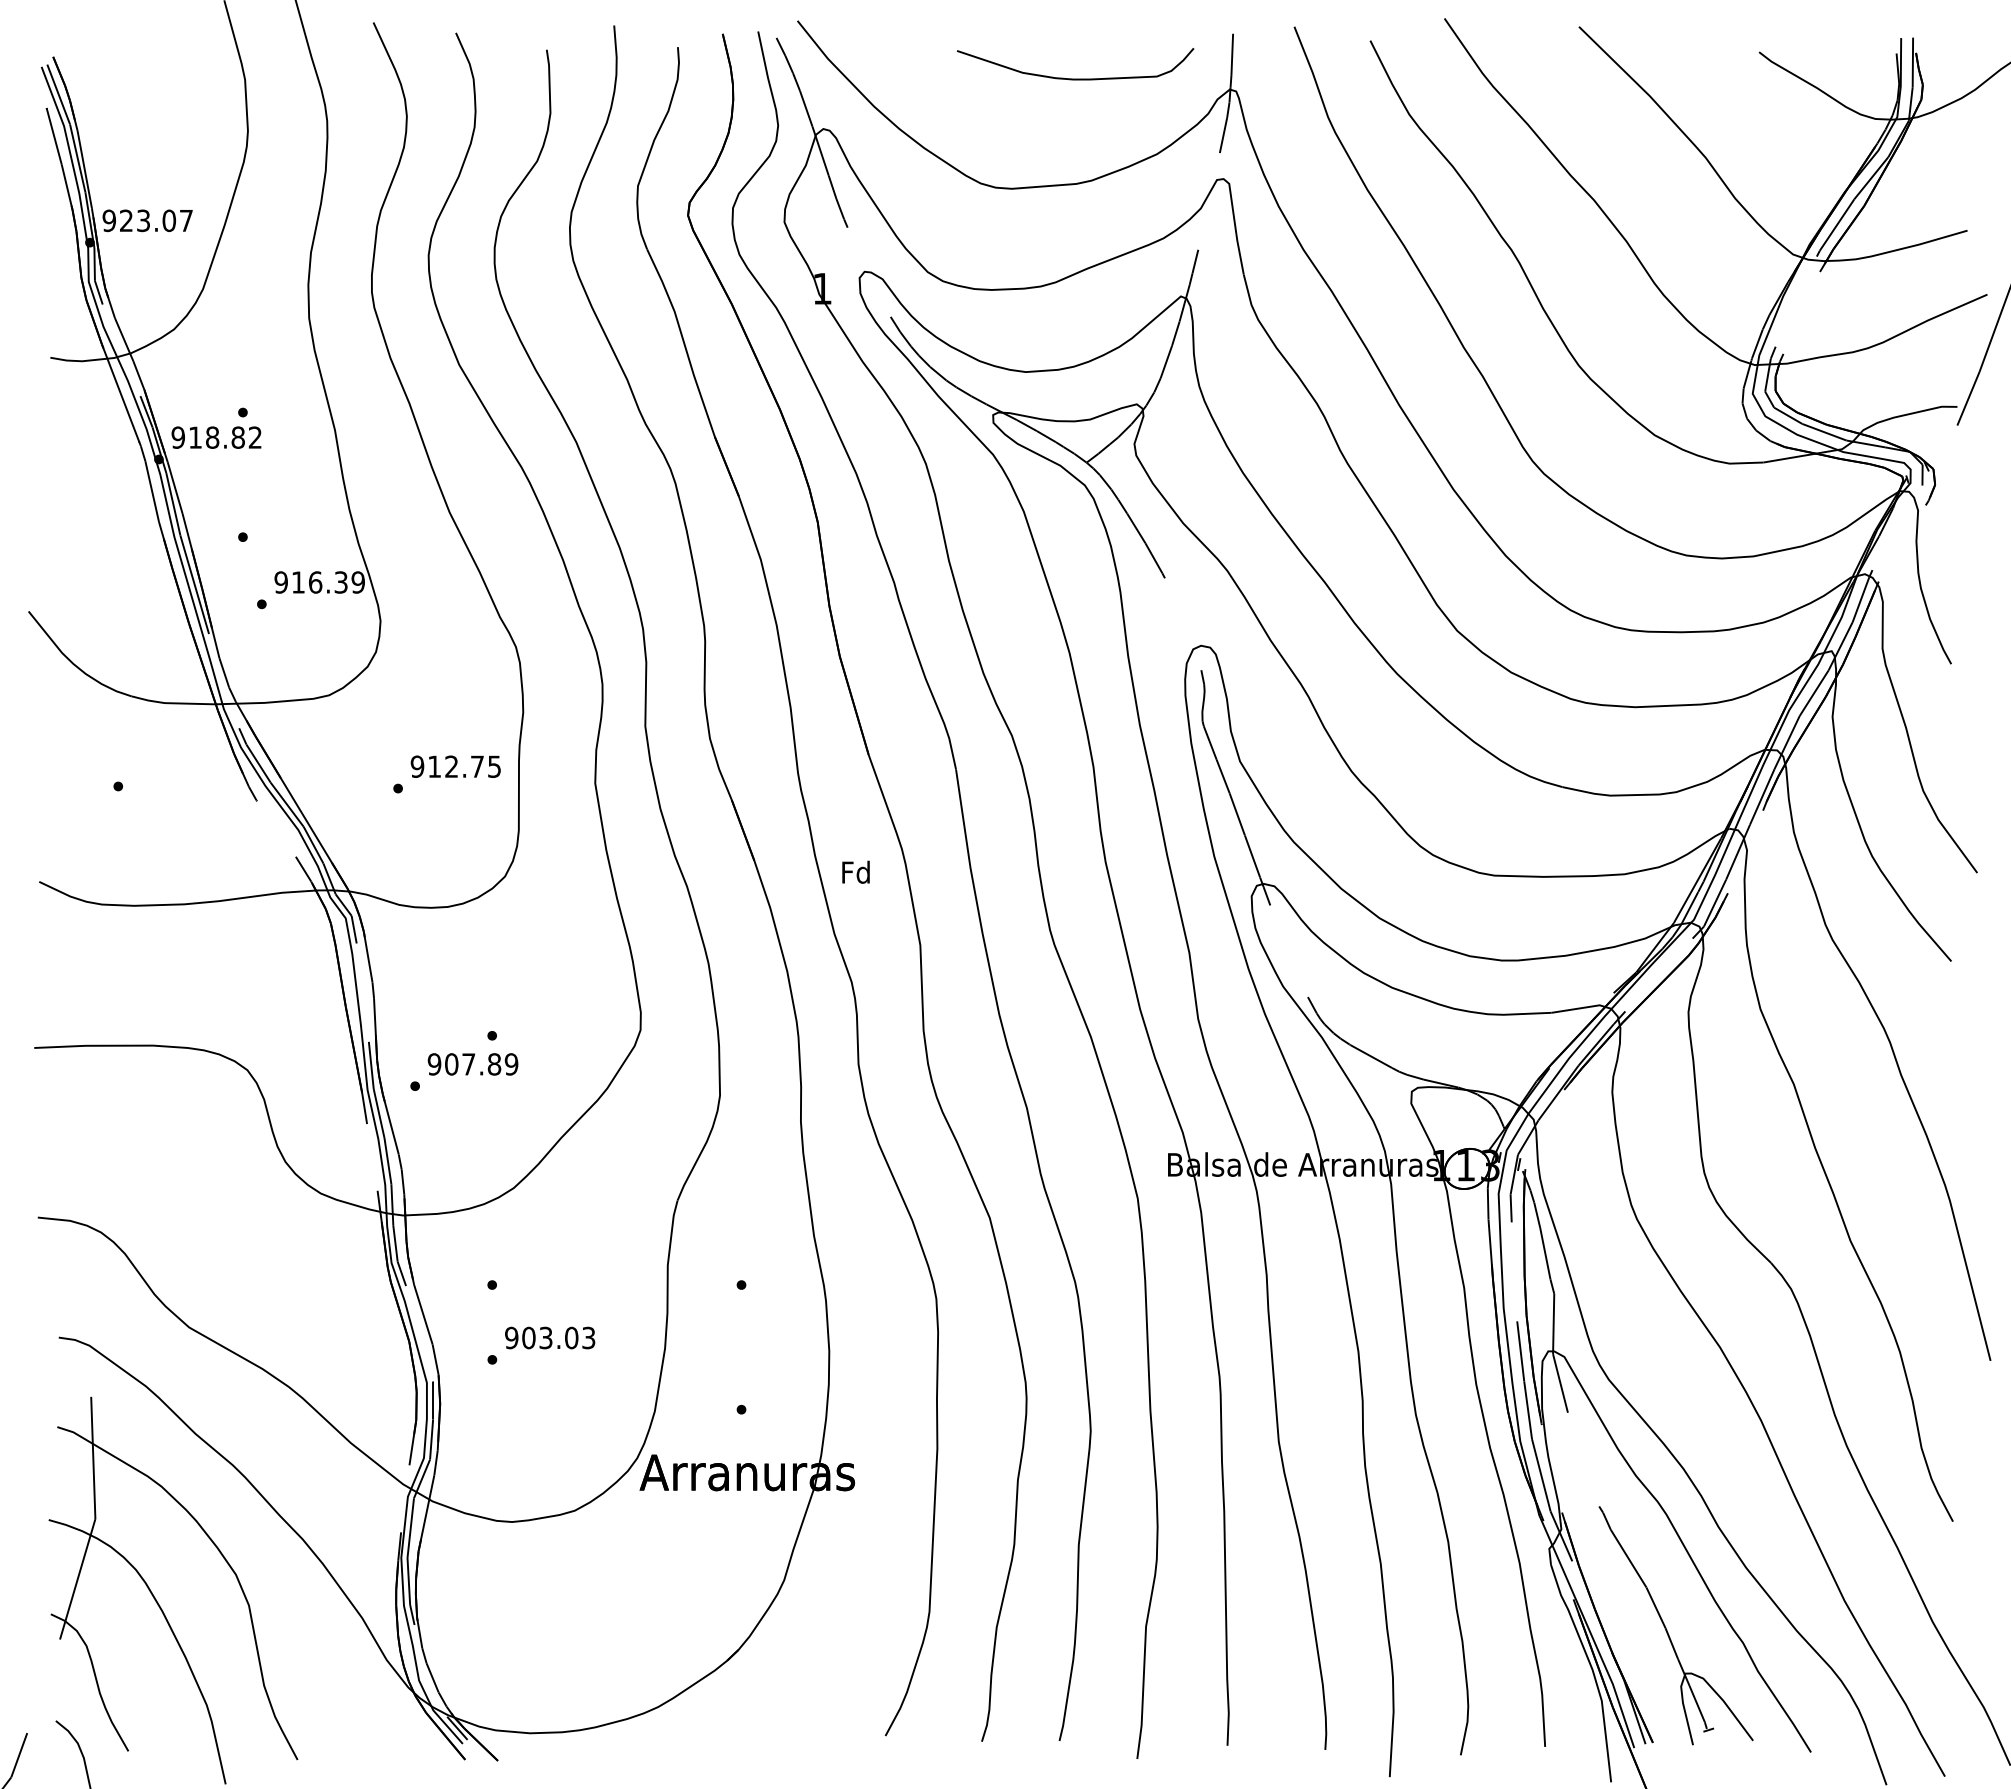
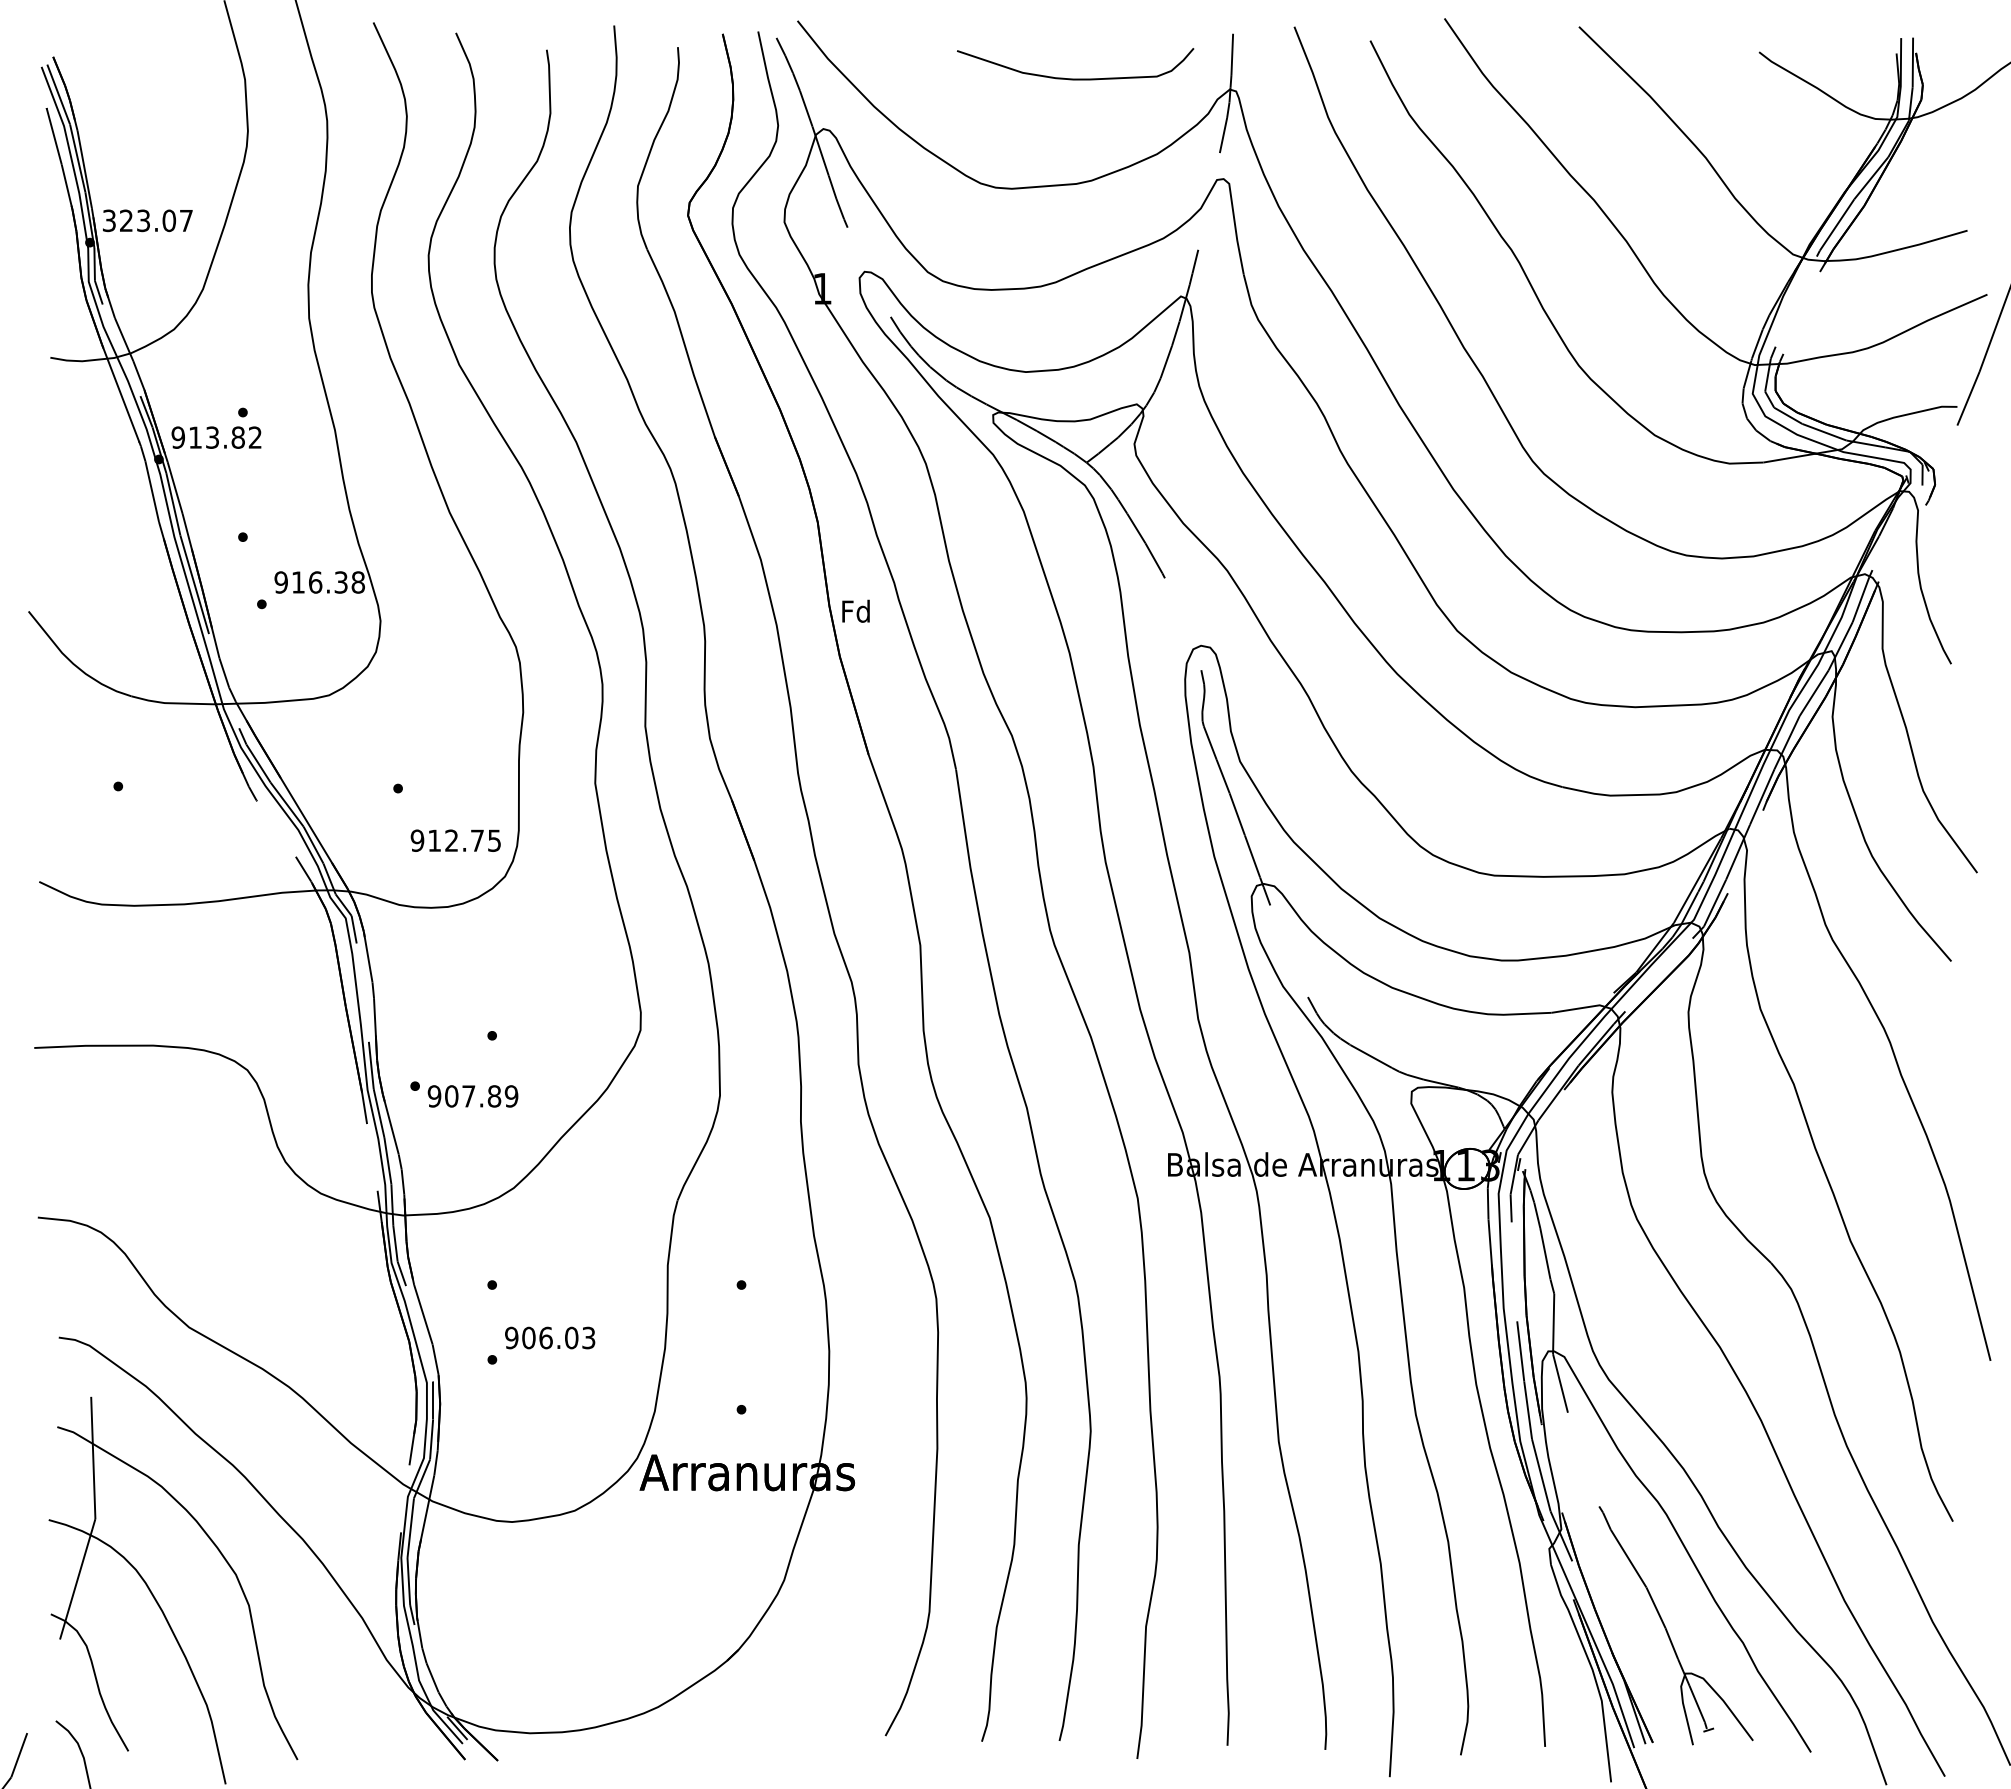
text at (108, 220): 923.07 -> 323.07
text at (212, 437): 918.82 -> 913.82
text at (357, 582): 916.39 -> 916.38
text at (455, 766) position: (455, 766) -> (455, 840)
text at (855, 871) position: (855, 871) -> (855, 610)
text at (472, 1064) position: (472, 1064) -> (472, 1096)
text at (545, 1337): 903.03 -> 906.03
